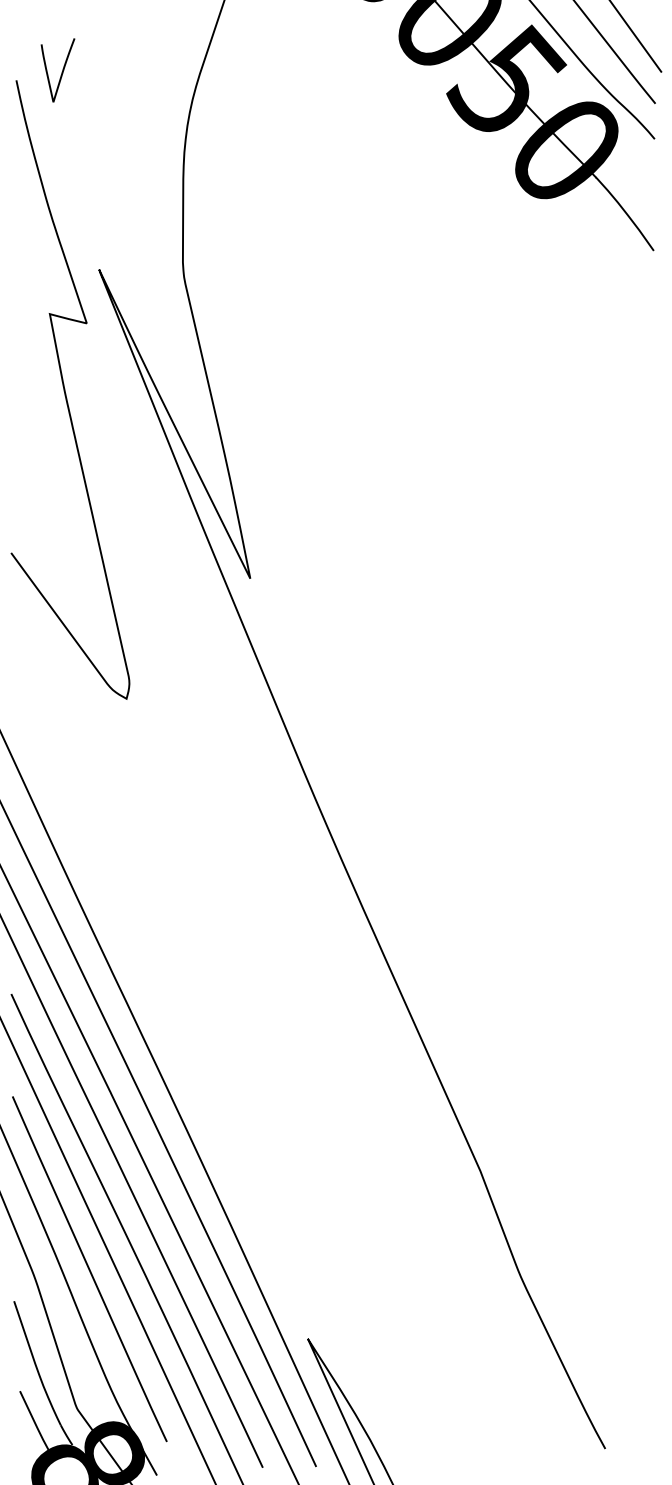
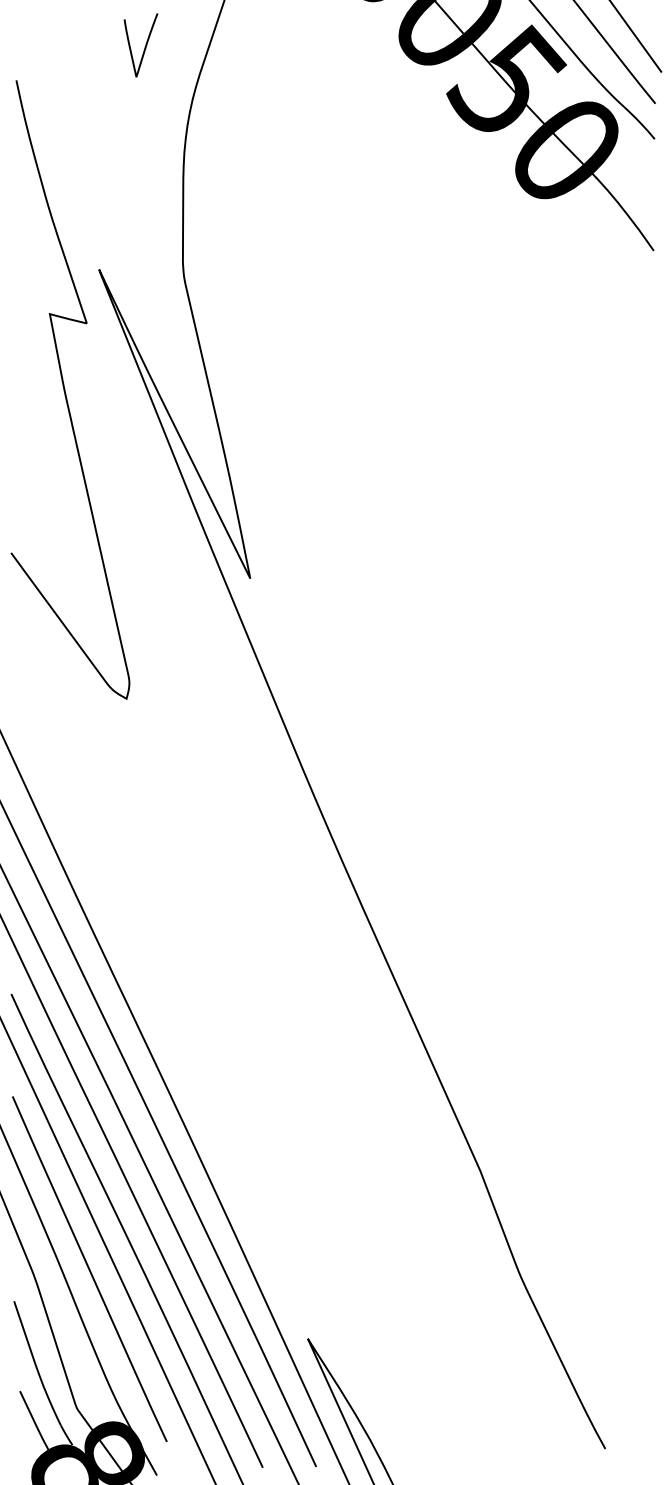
curve at (61, 72) position: (61, 72) -> (144, 47)
